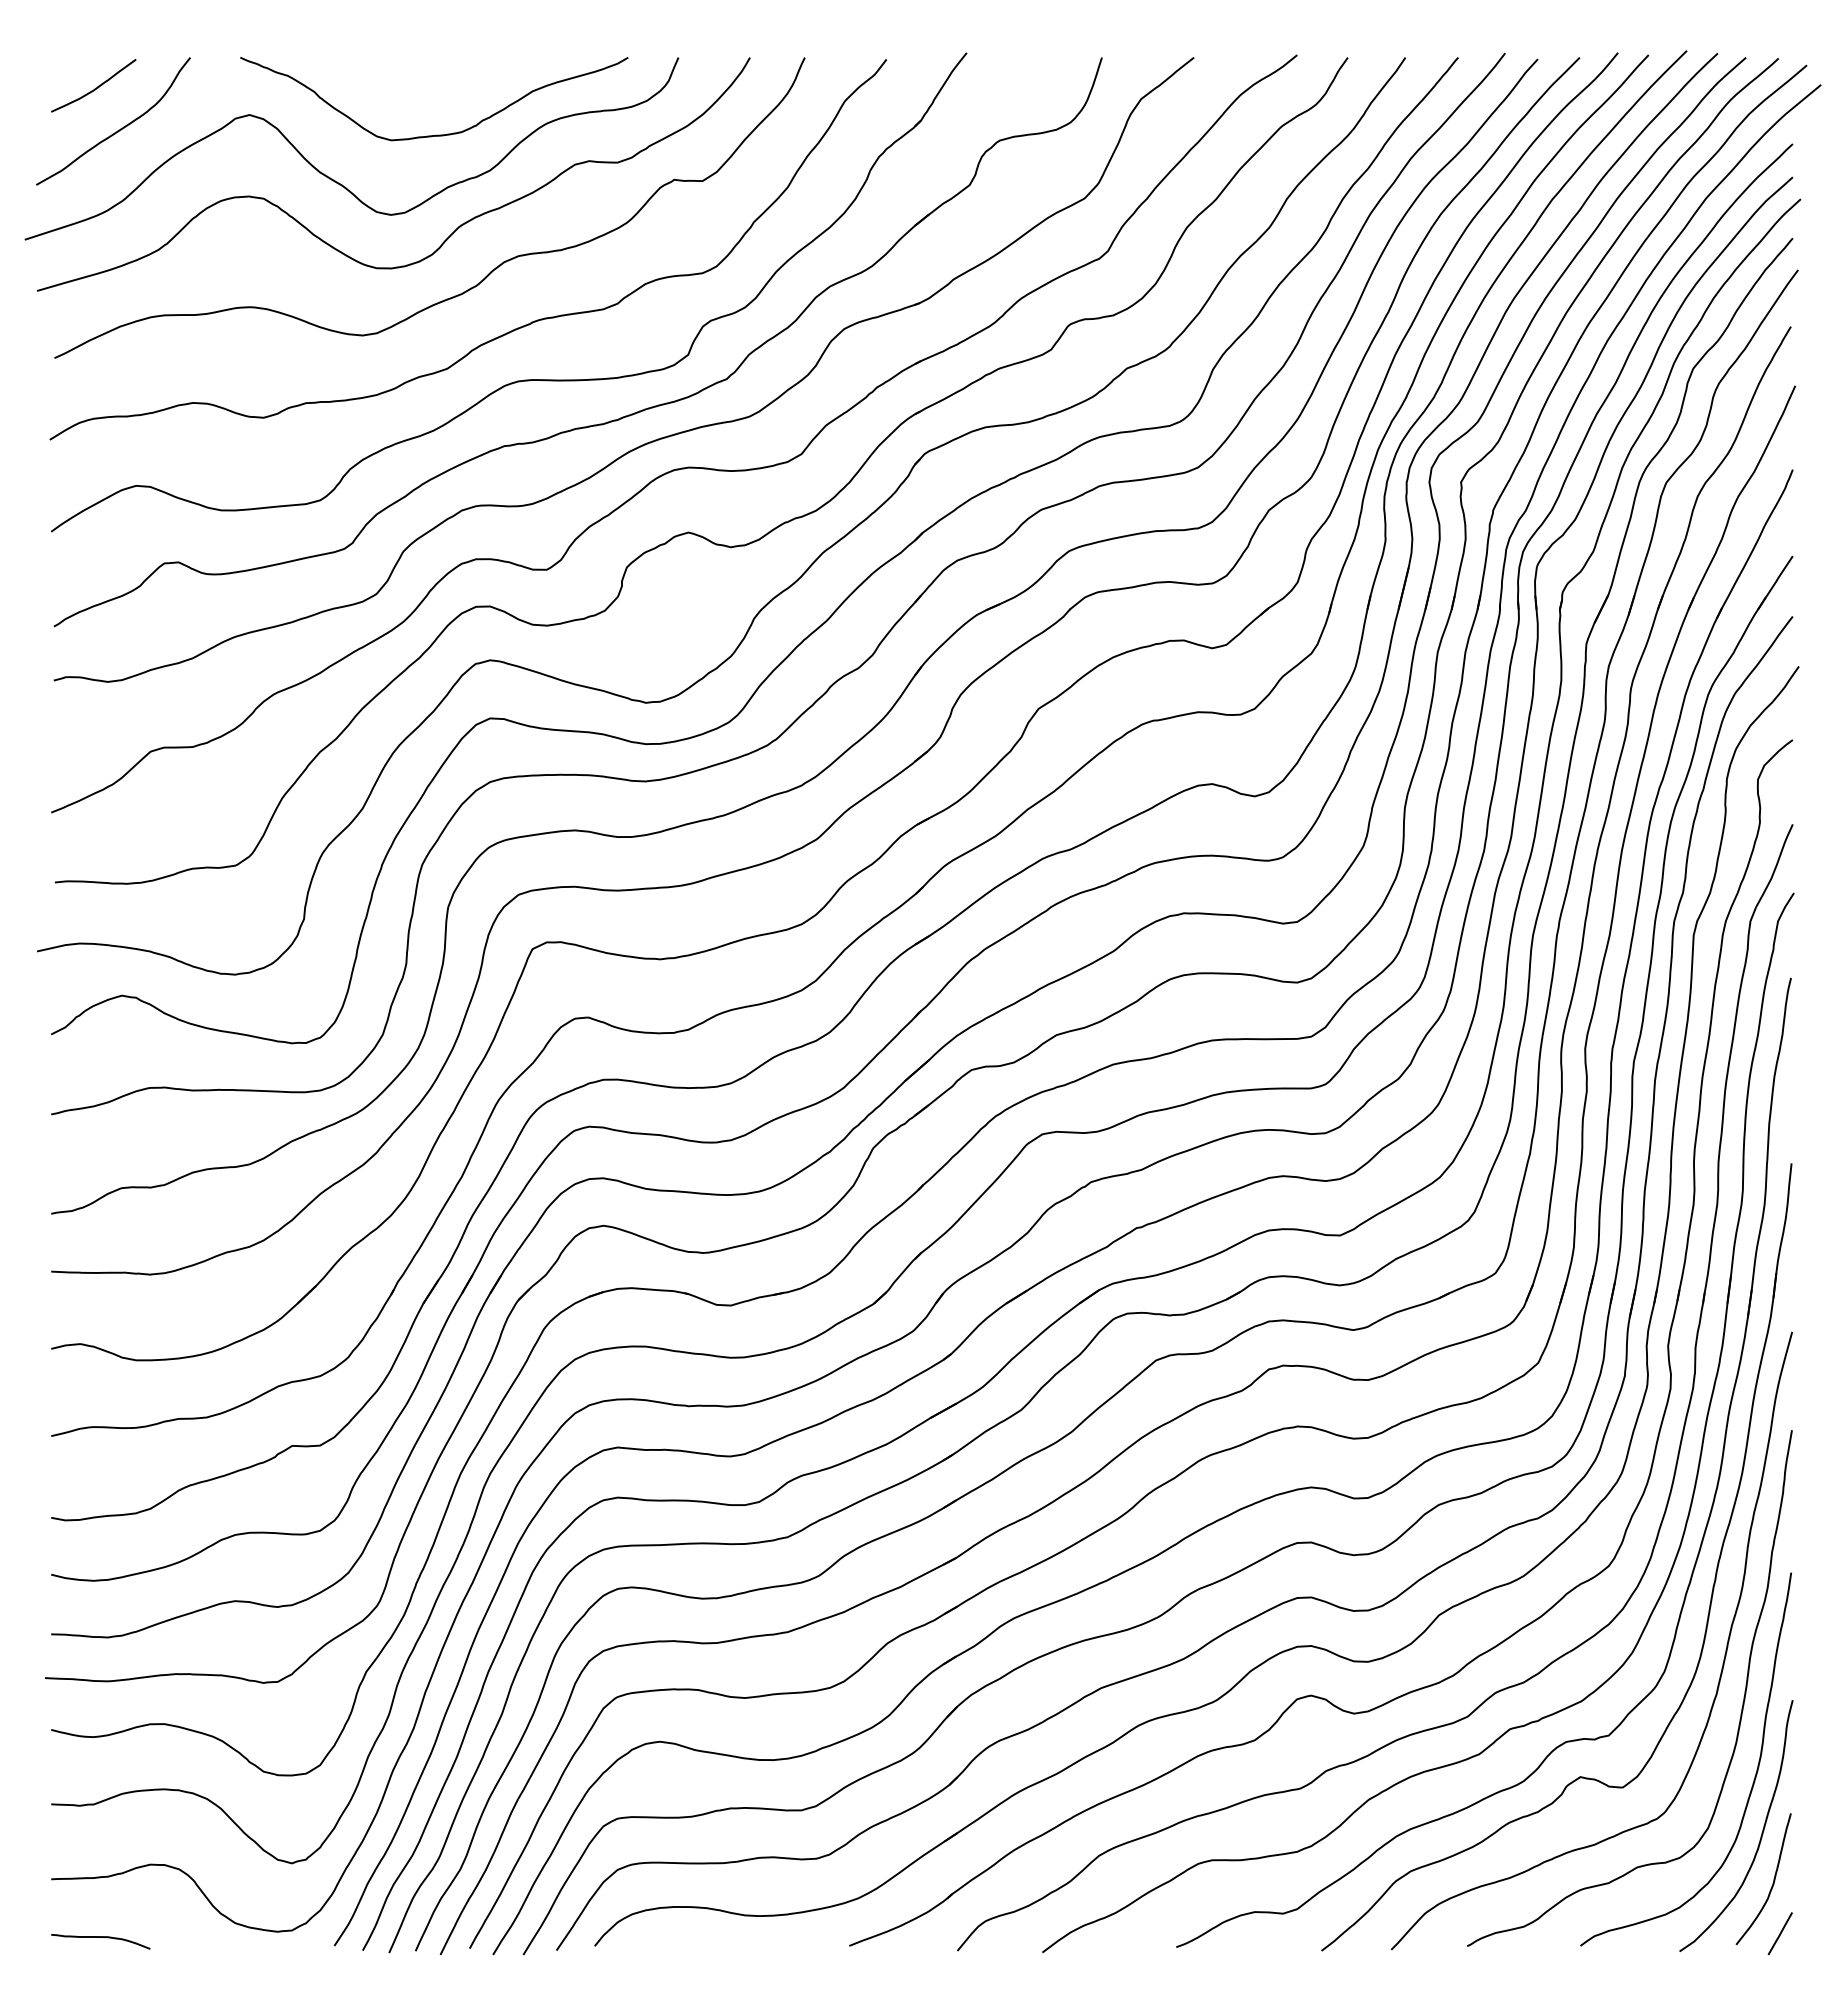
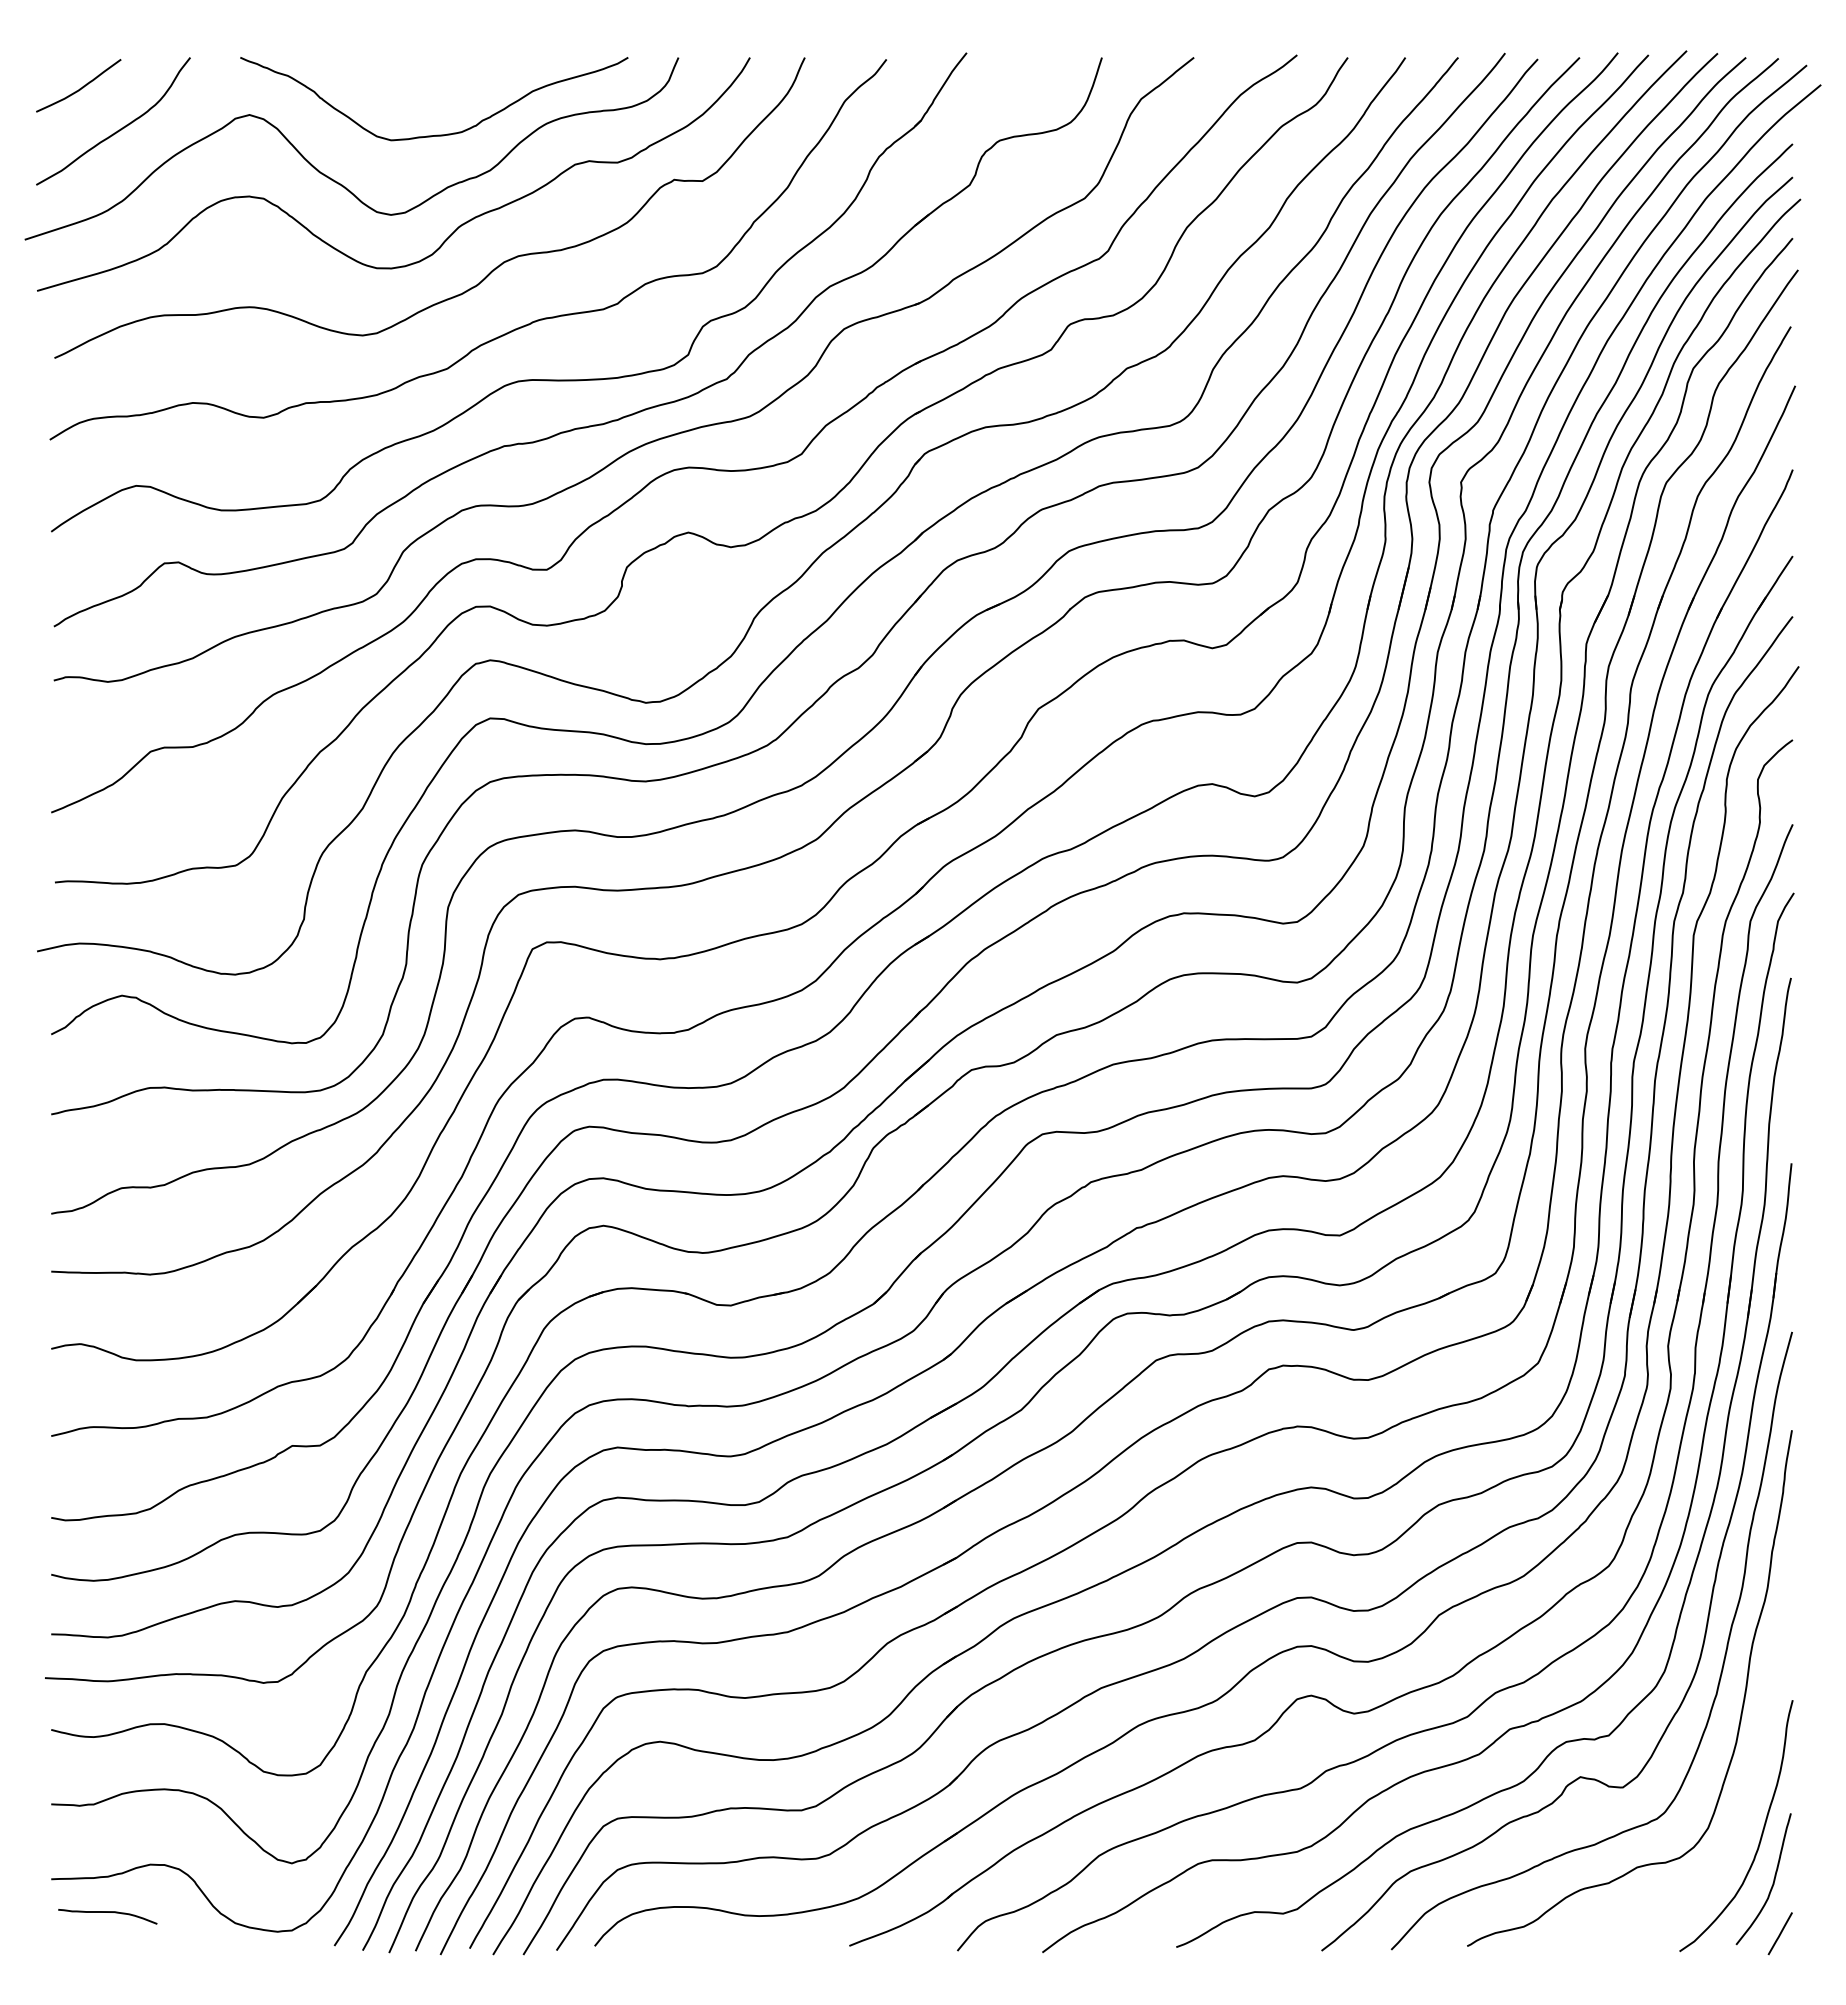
curve at (94, 88) position: (94, 88) -> (79, 88)
curve at (1753, 1779): present -> none
curve at (100, 1937) position: (100, 1937) -> (107, 1912)
